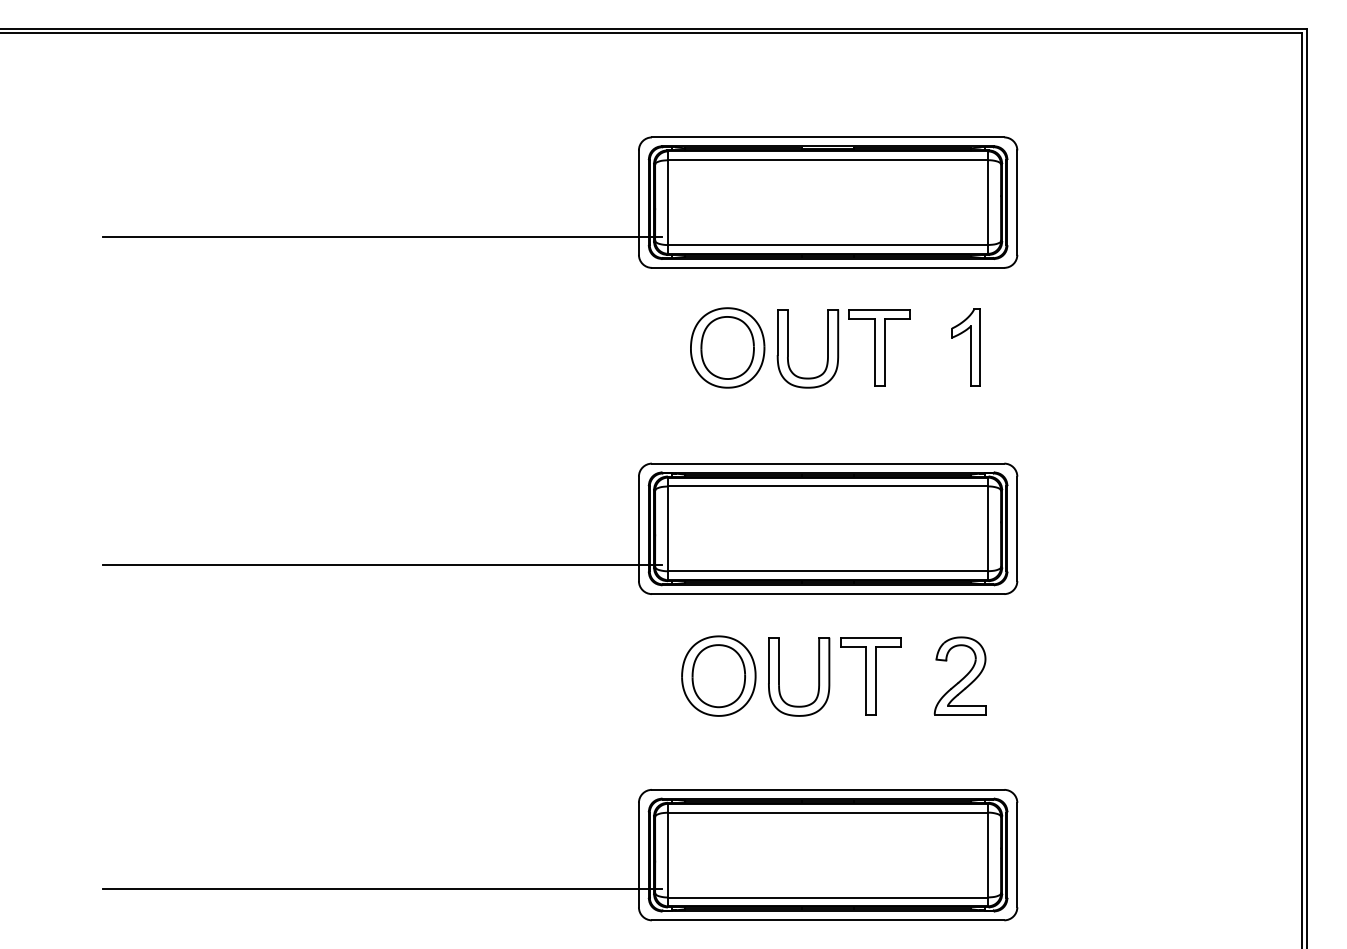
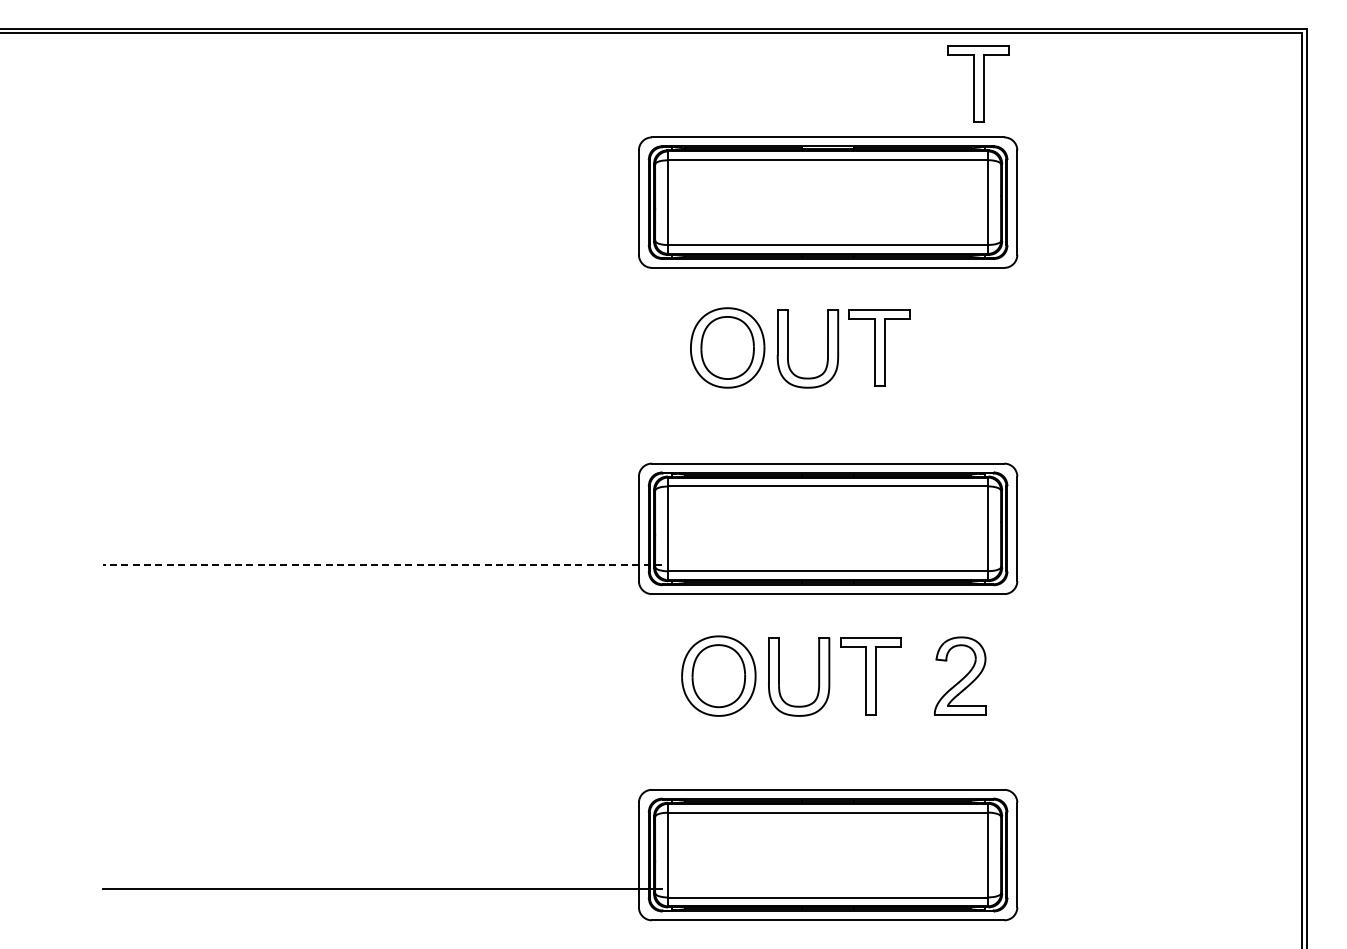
part at (978, 83): none -> present
line at (381, 237): present -> none
part at (965, 347): present -> none
line at (382, 565): solid -> dashed
